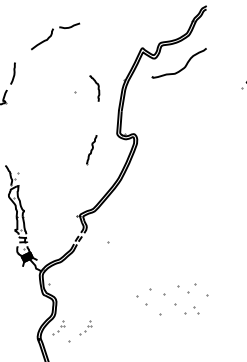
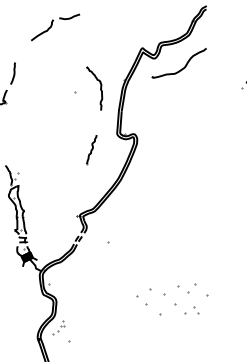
part at (55, 36) position: (55, 36) -> (55, 27)
part at (94, 88) size: 12x27 px -> 18x45 px
part at (85, 327): present -> none
